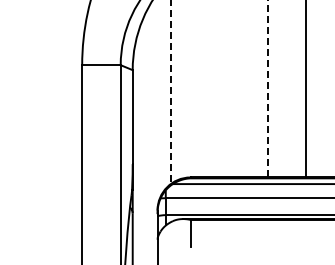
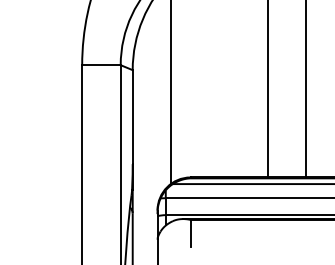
line at (267, 88): dashed -> solid
line at (171, 92): dashed -> solid
